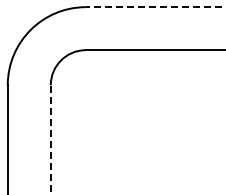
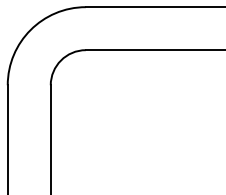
line at (155, 7): dashed -> solid
line at (50, 140): dashed -> solid
